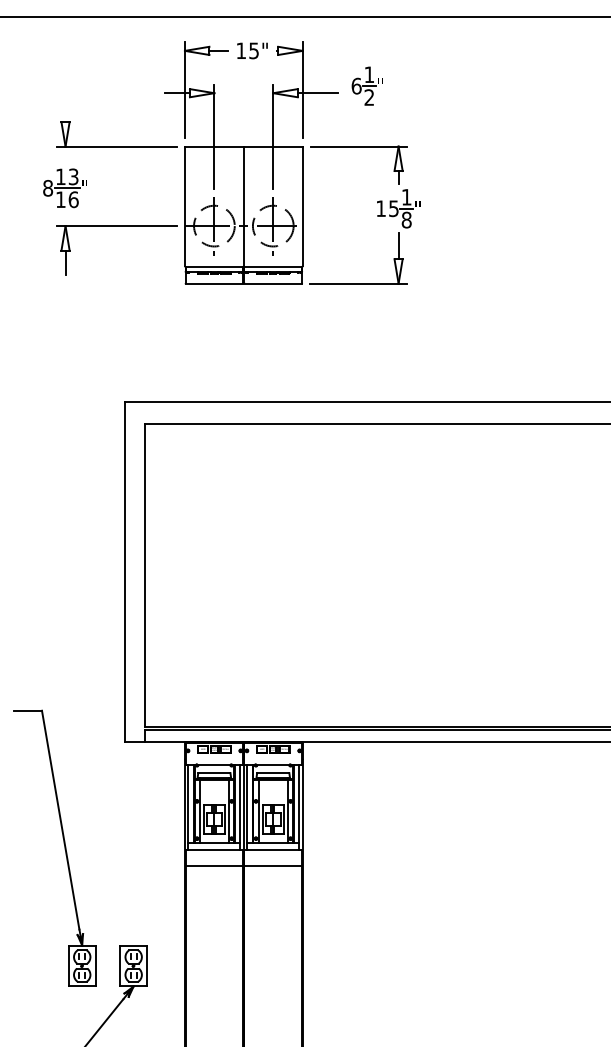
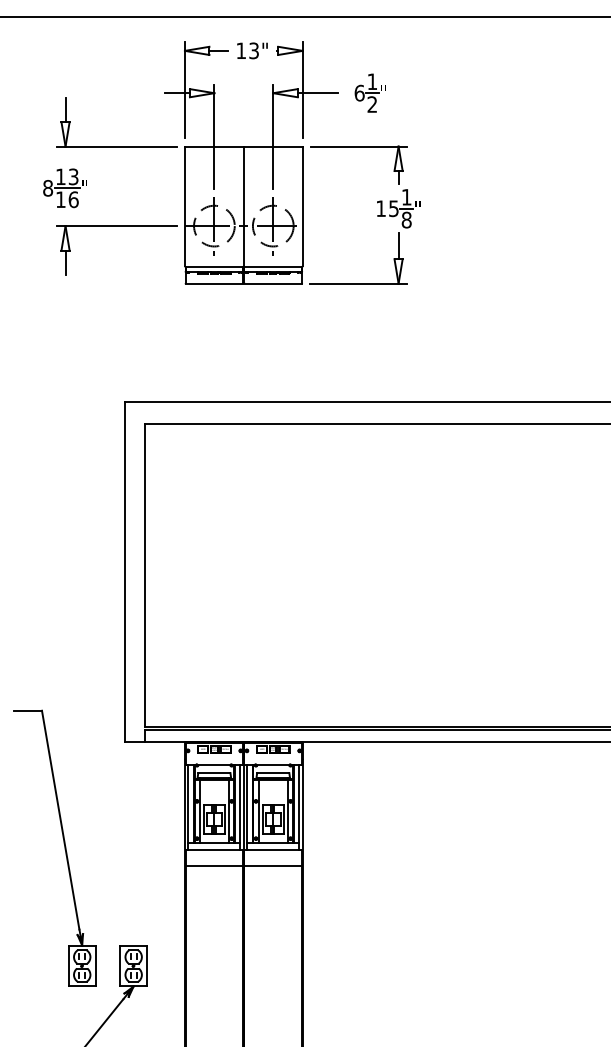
text at (253, 50): 15" -> 13"
part at (366, 85) position: (366, 85) -> (369, 92)
line at (65, 109): none -> present
